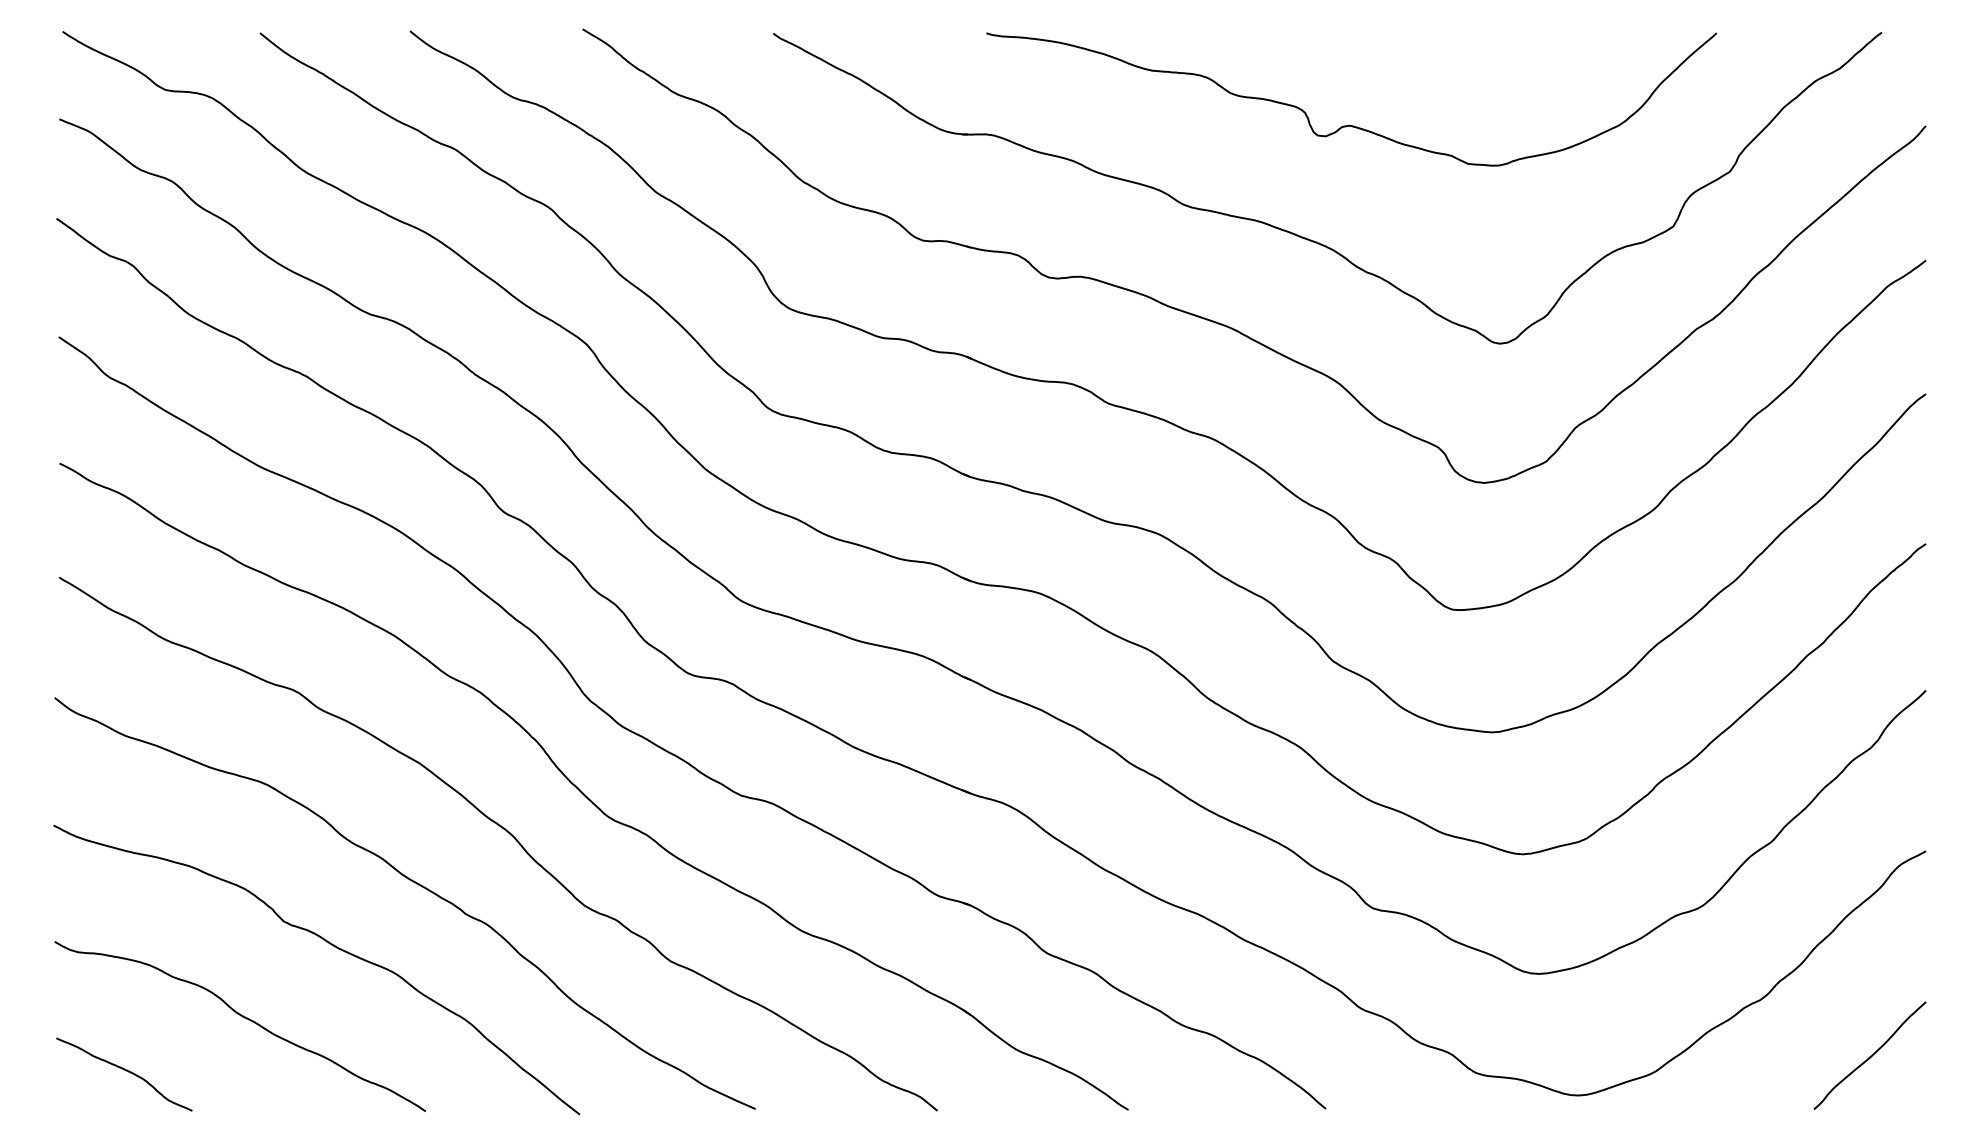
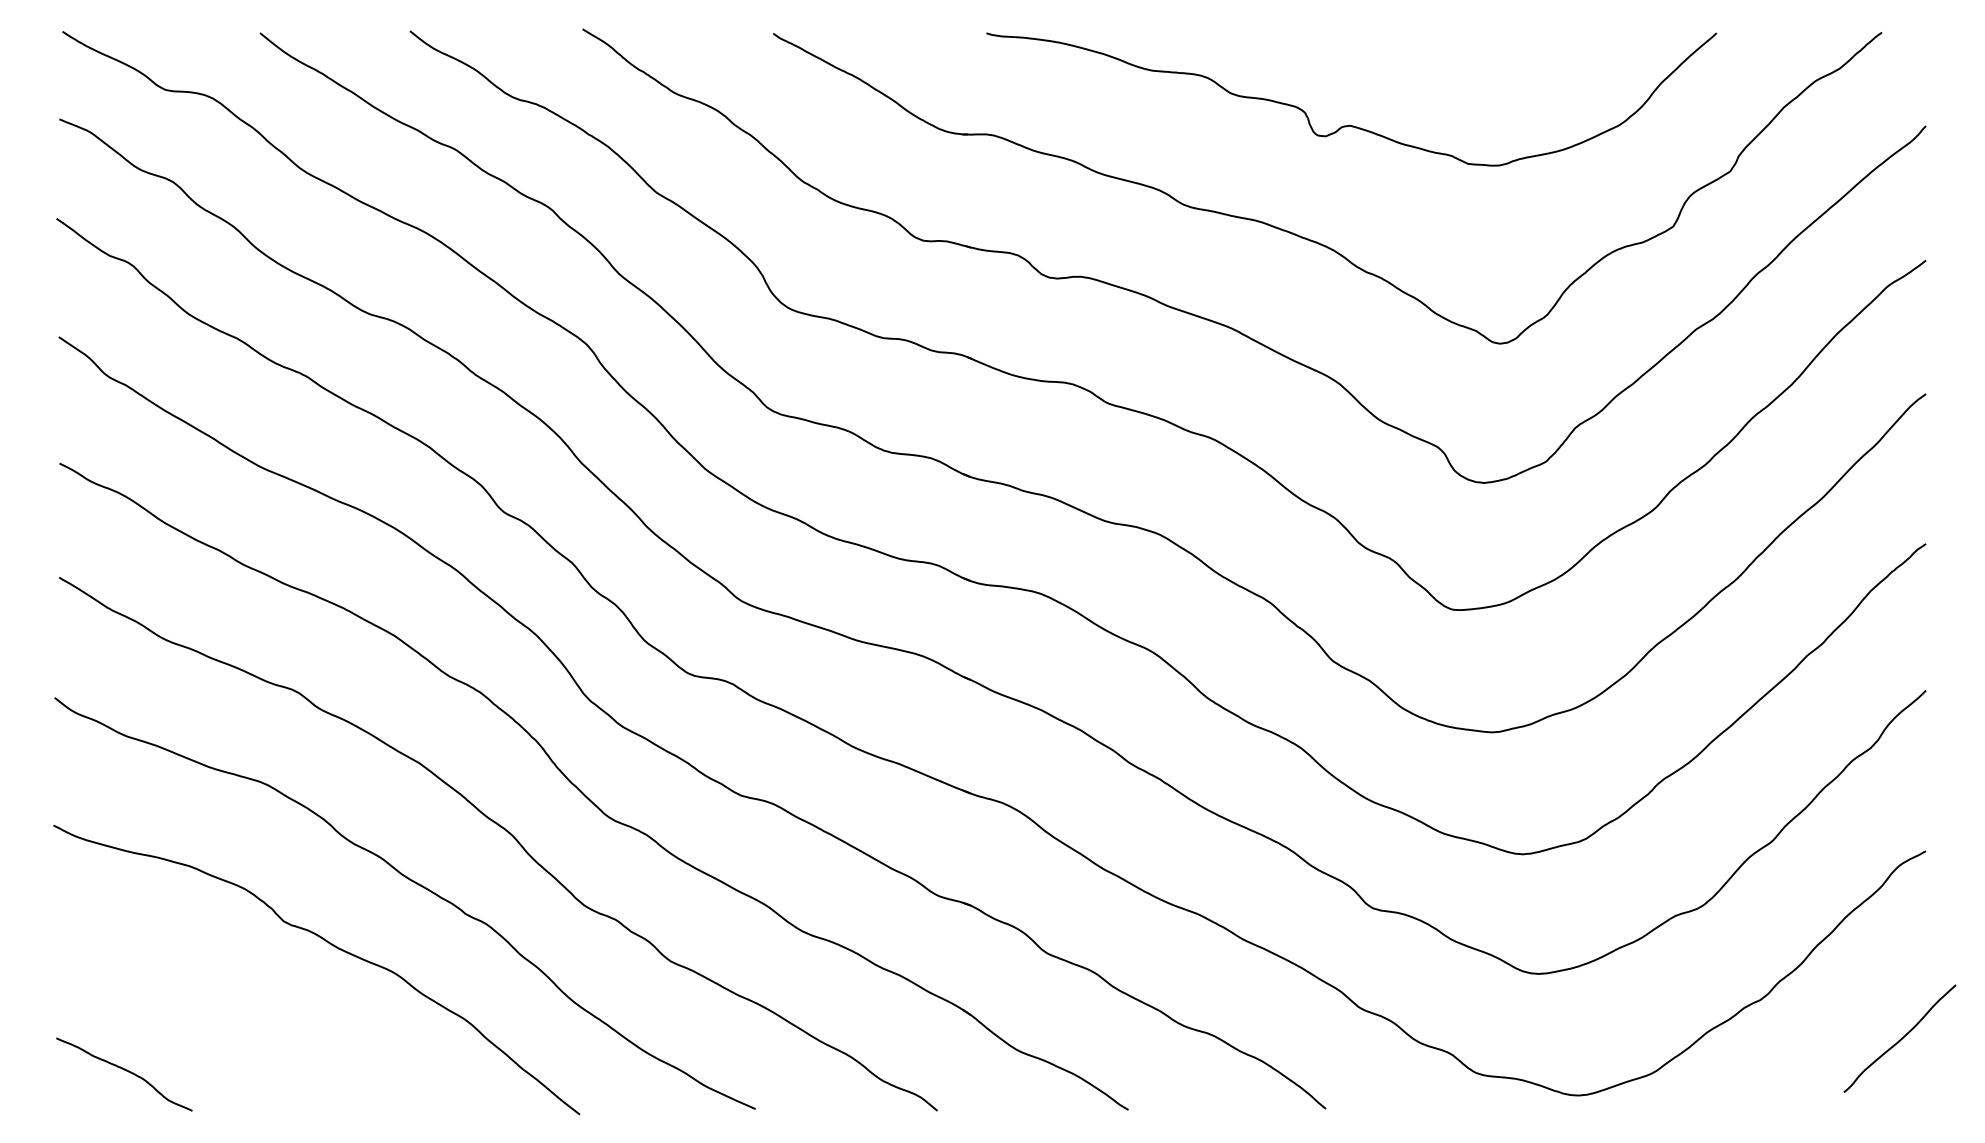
curve at (244, 1018): present -> none
curve at (1870, 1055) position: (1870, 1055) -> (1900, 1038)
